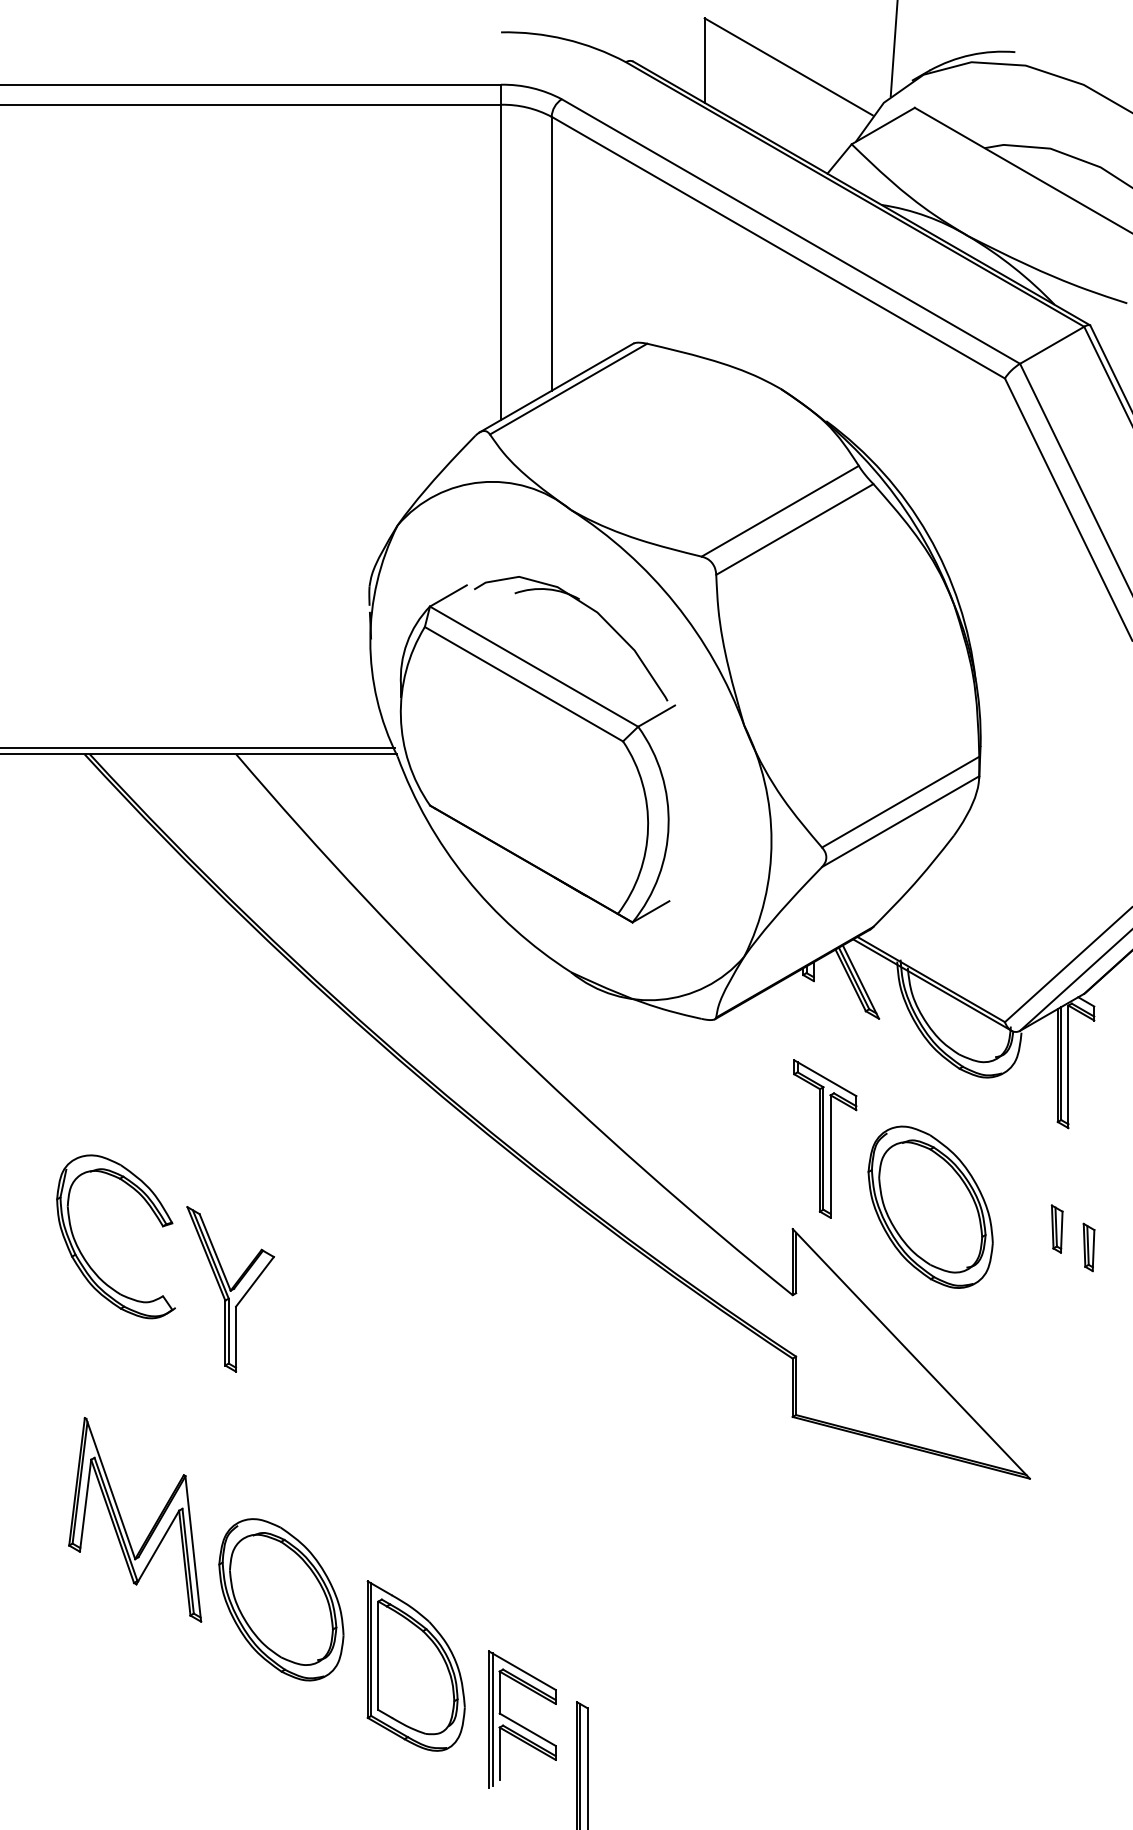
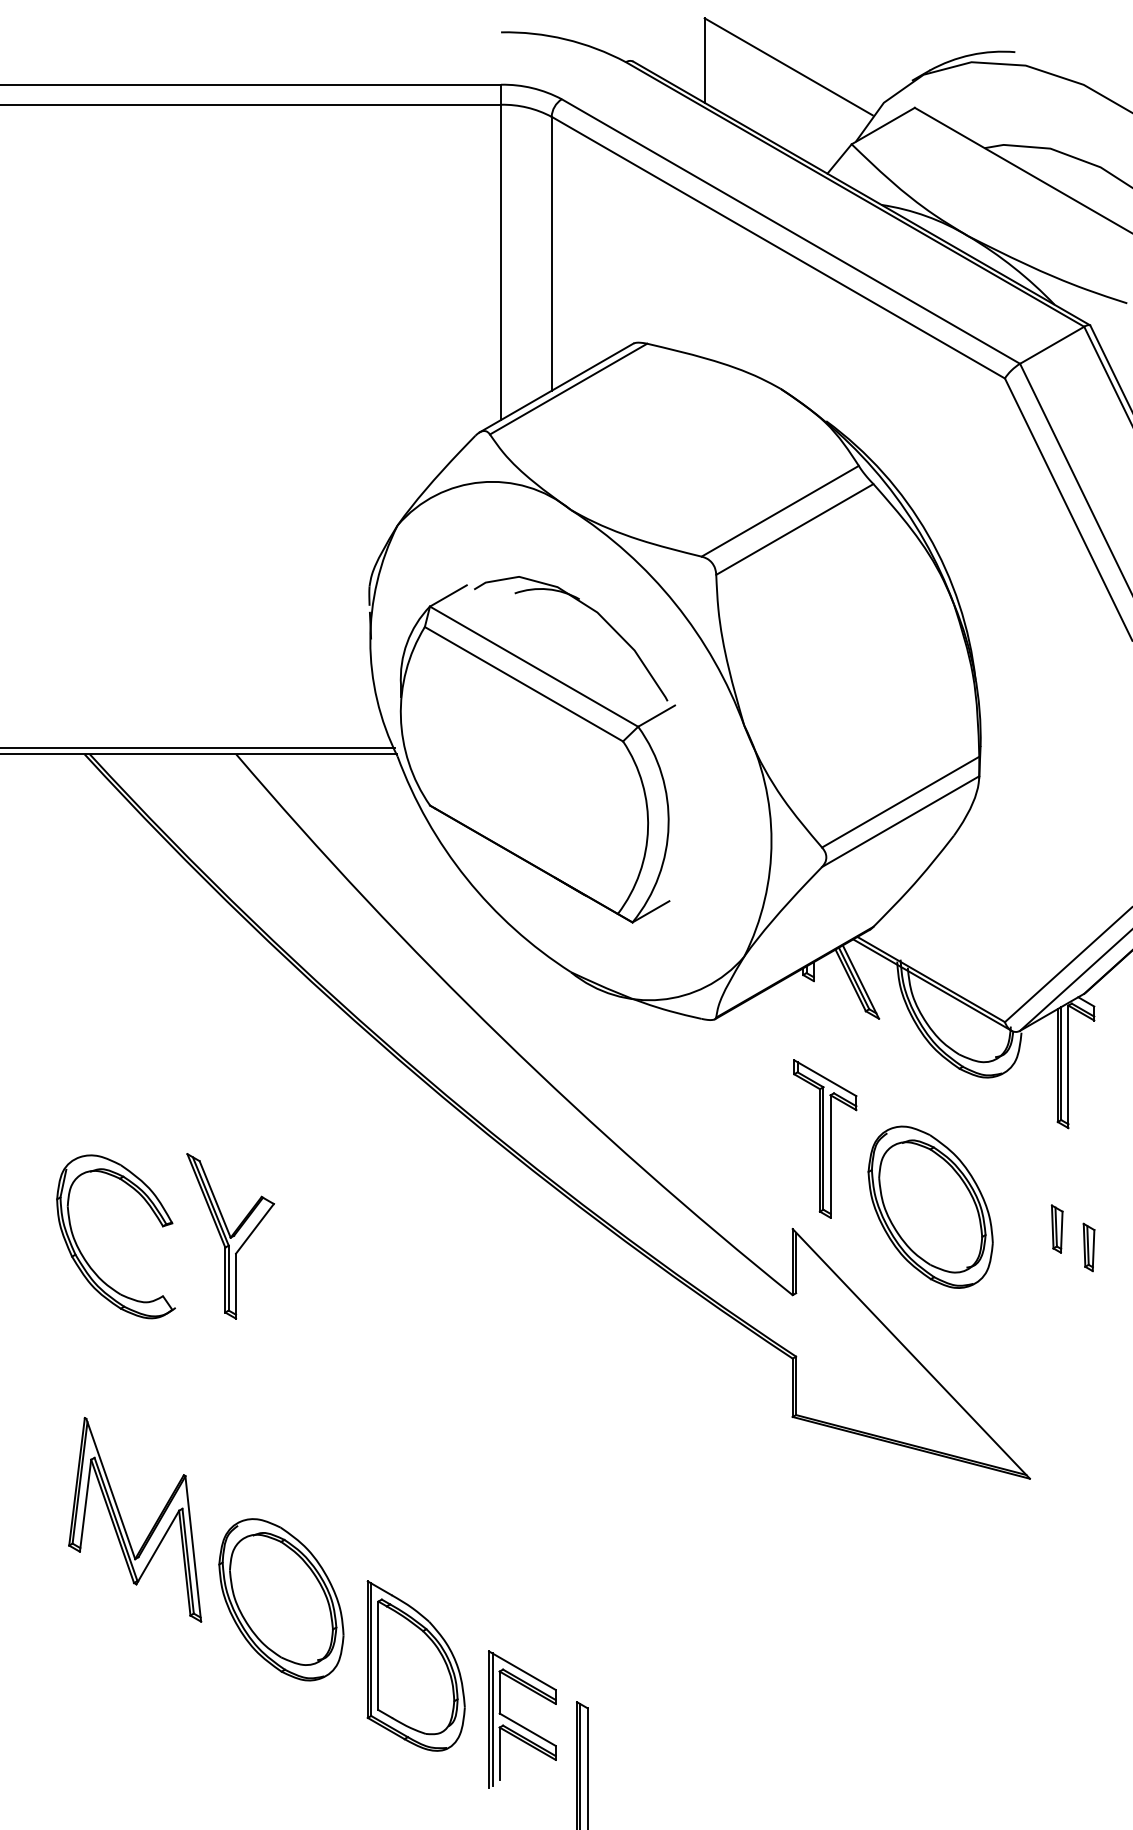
line at (893, 49): present -> none
part at (230, 1289) position: (230, 1289) -> (230, 1236)
